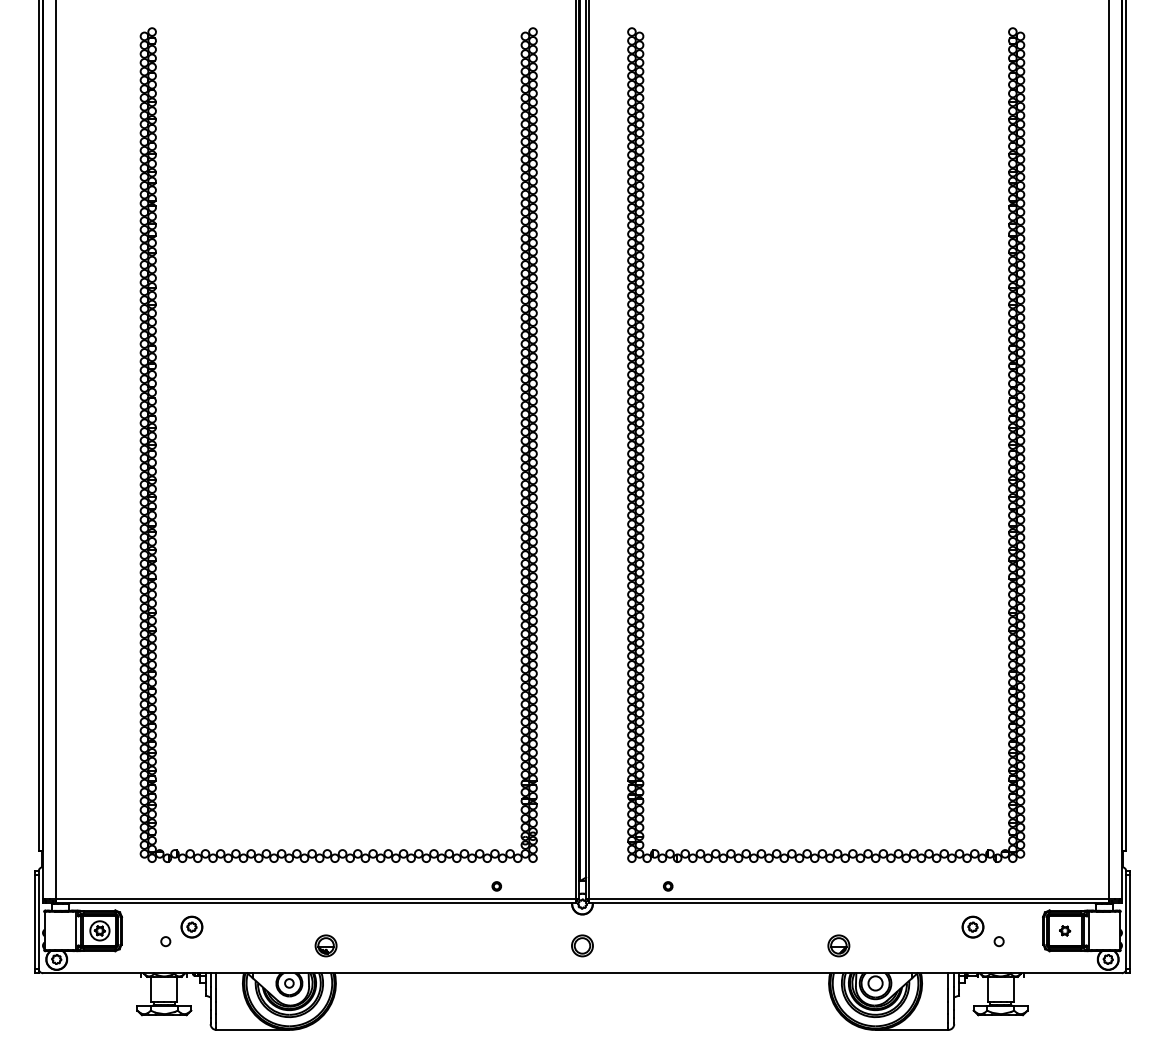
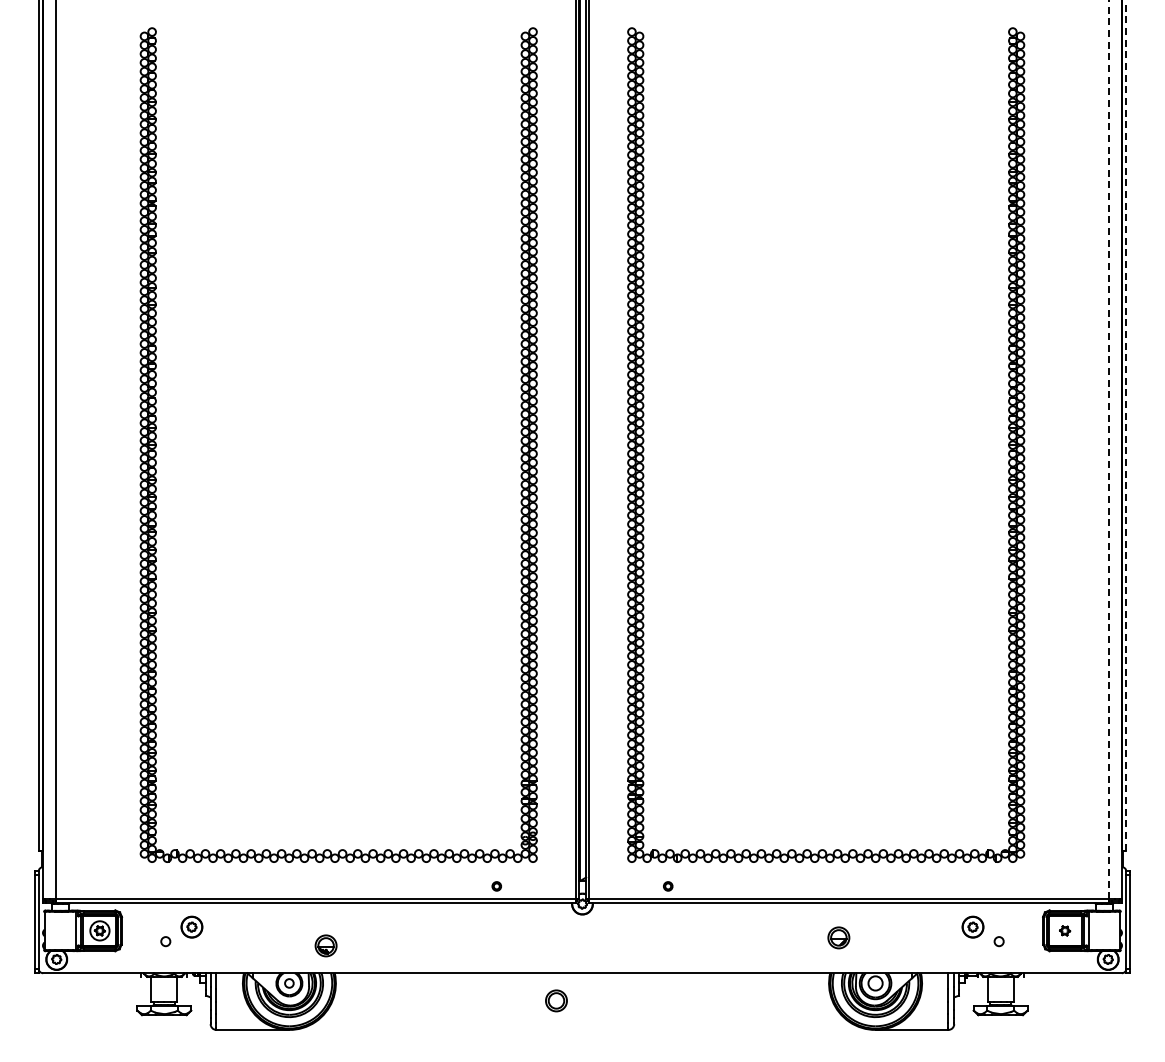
line at (1126, 426): solid -> dashed
line at (1108, 449): solid -> dashed
part at (582, 945) position: (582, 945) -> (556, 1000)
part at (838, 945) position: (838, 945) -> (838, 937)
